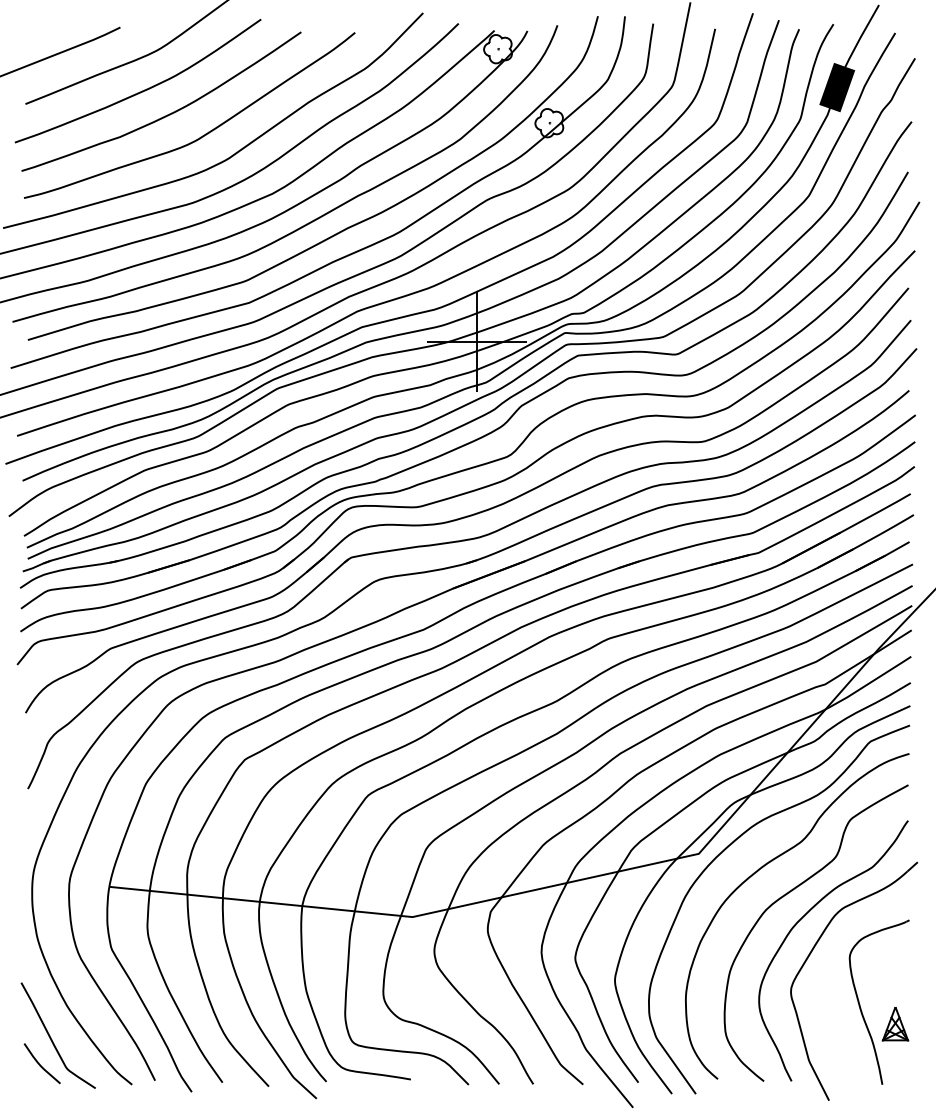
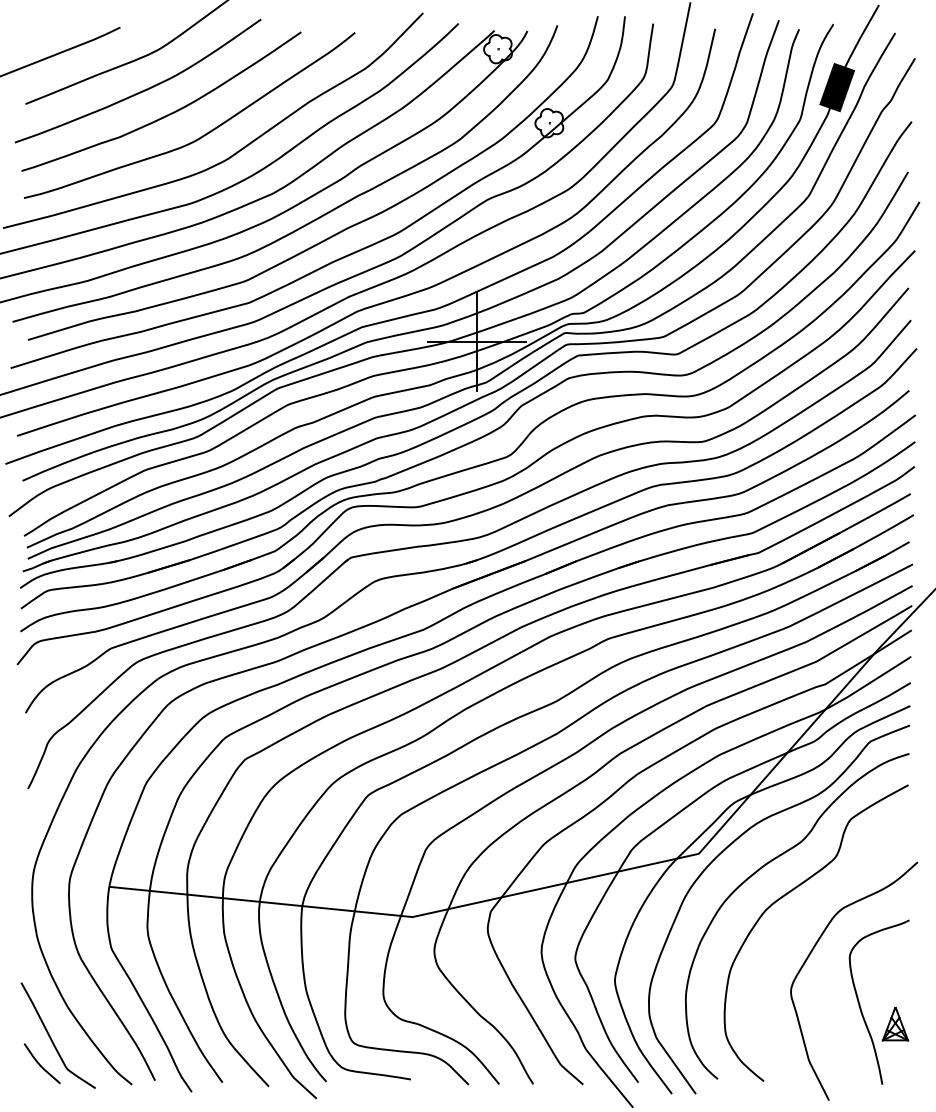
curve at (802, 918): present -> none
